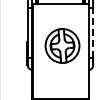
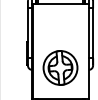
line at (93, 32): dashed -> solid
part at (62, 45) position: (62, 45) -> (60, 67)
